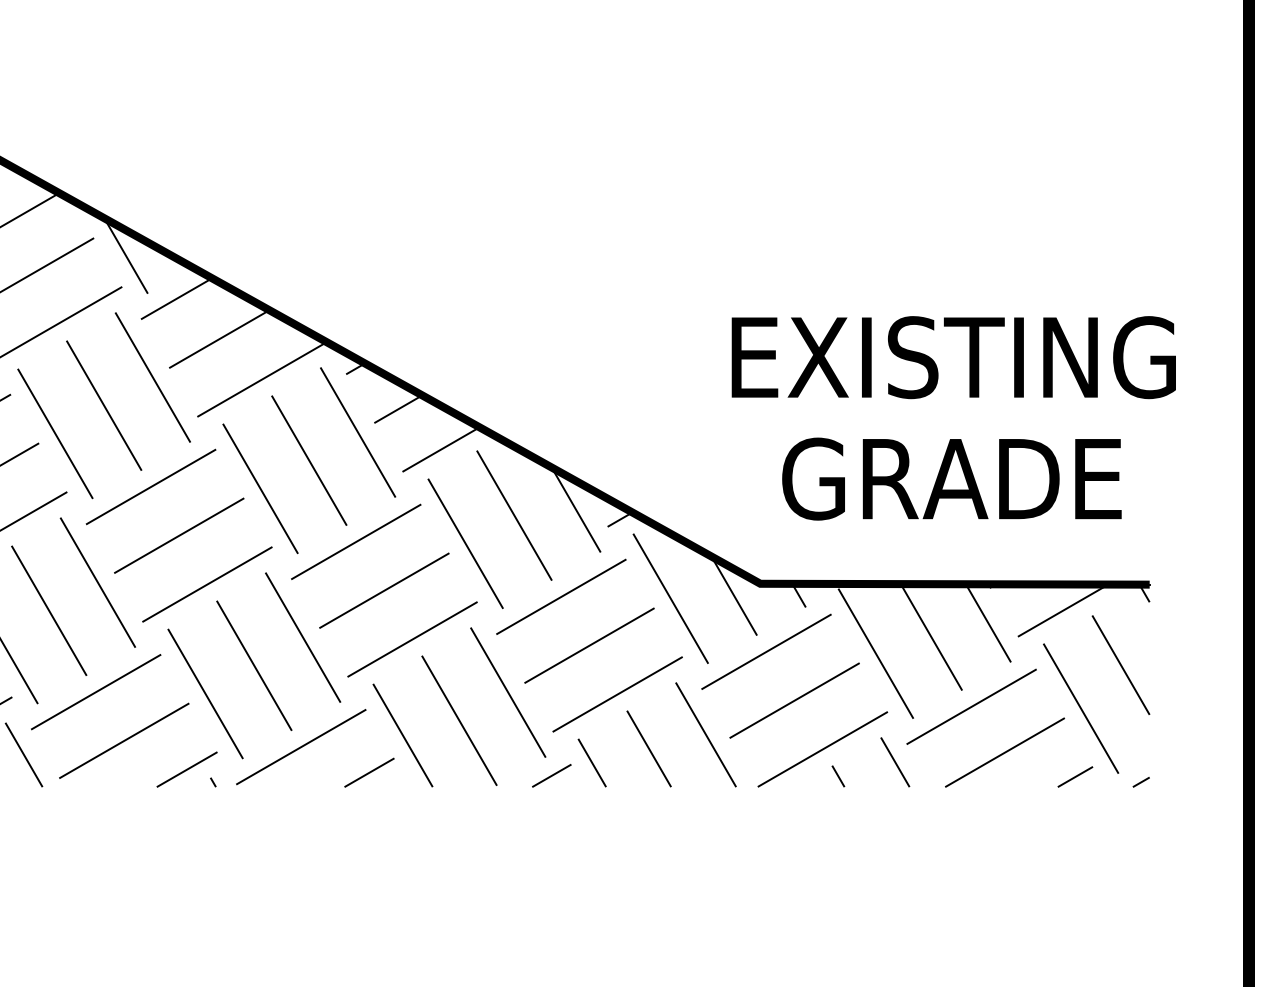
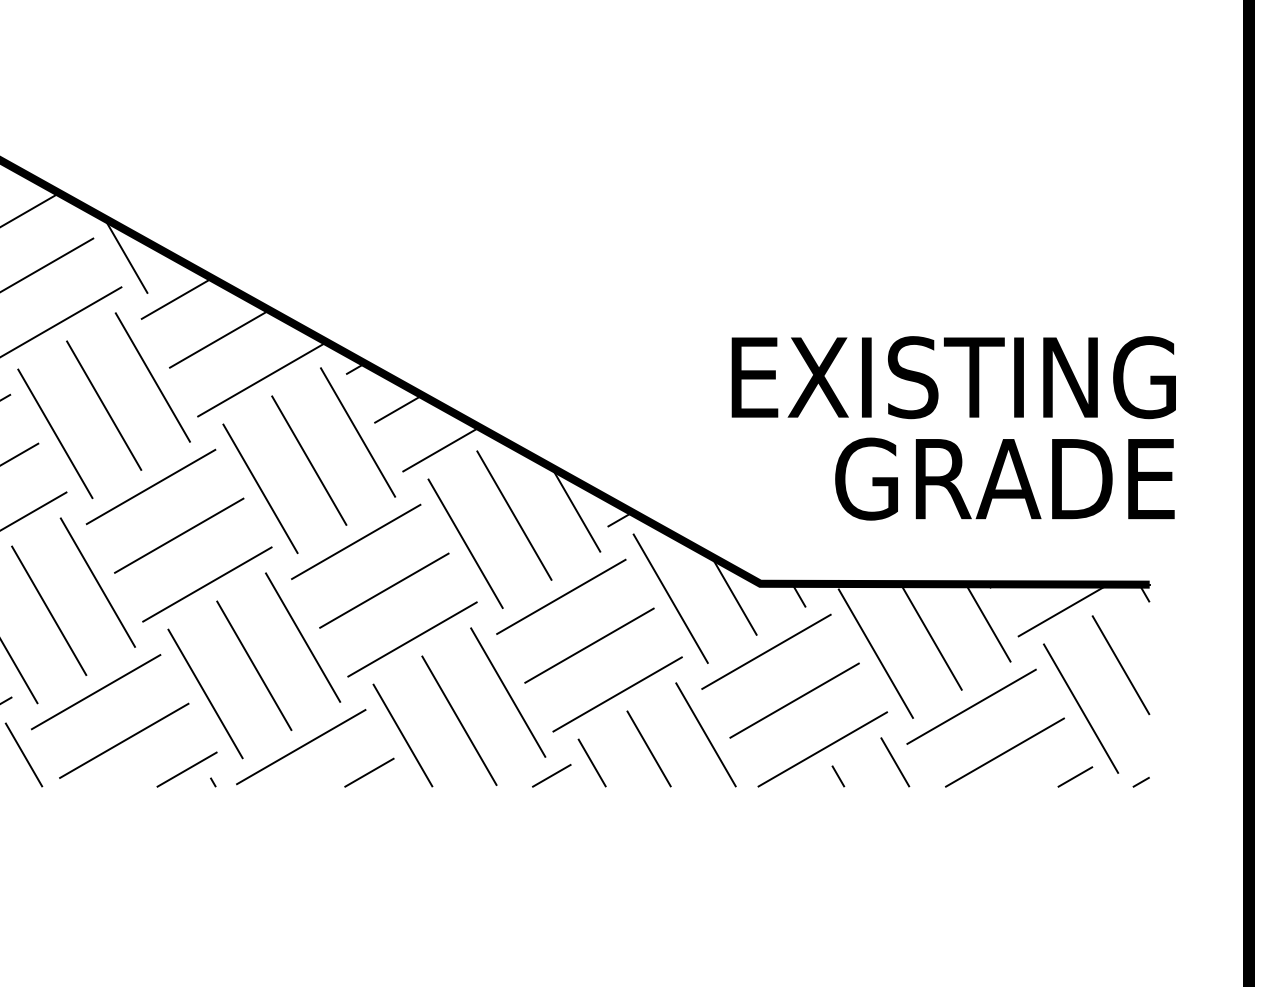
text at (953, 357) position: (953, 357) -> (953, 377)
text at (951, 478) position: (951, 478) -> (1004, 478)
